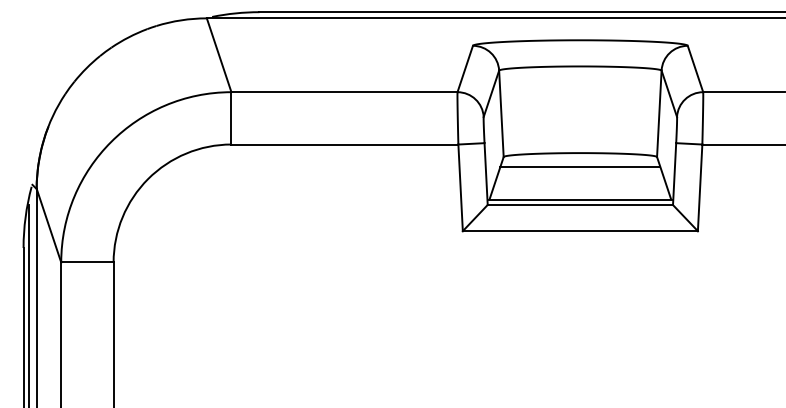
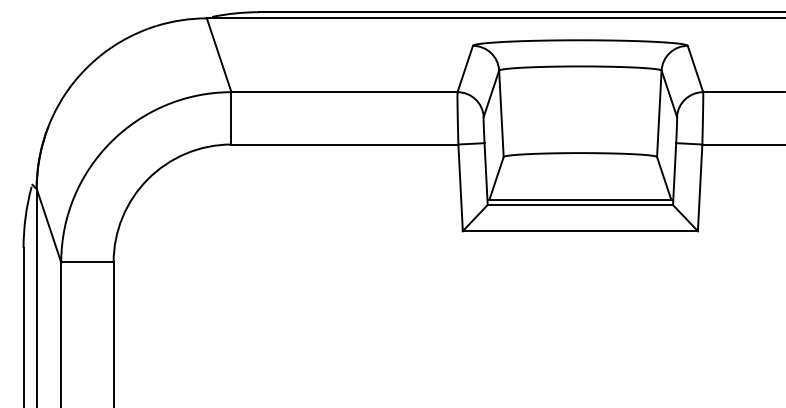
line at (580, 166): present -> none
line at (29, 304): present -> none
